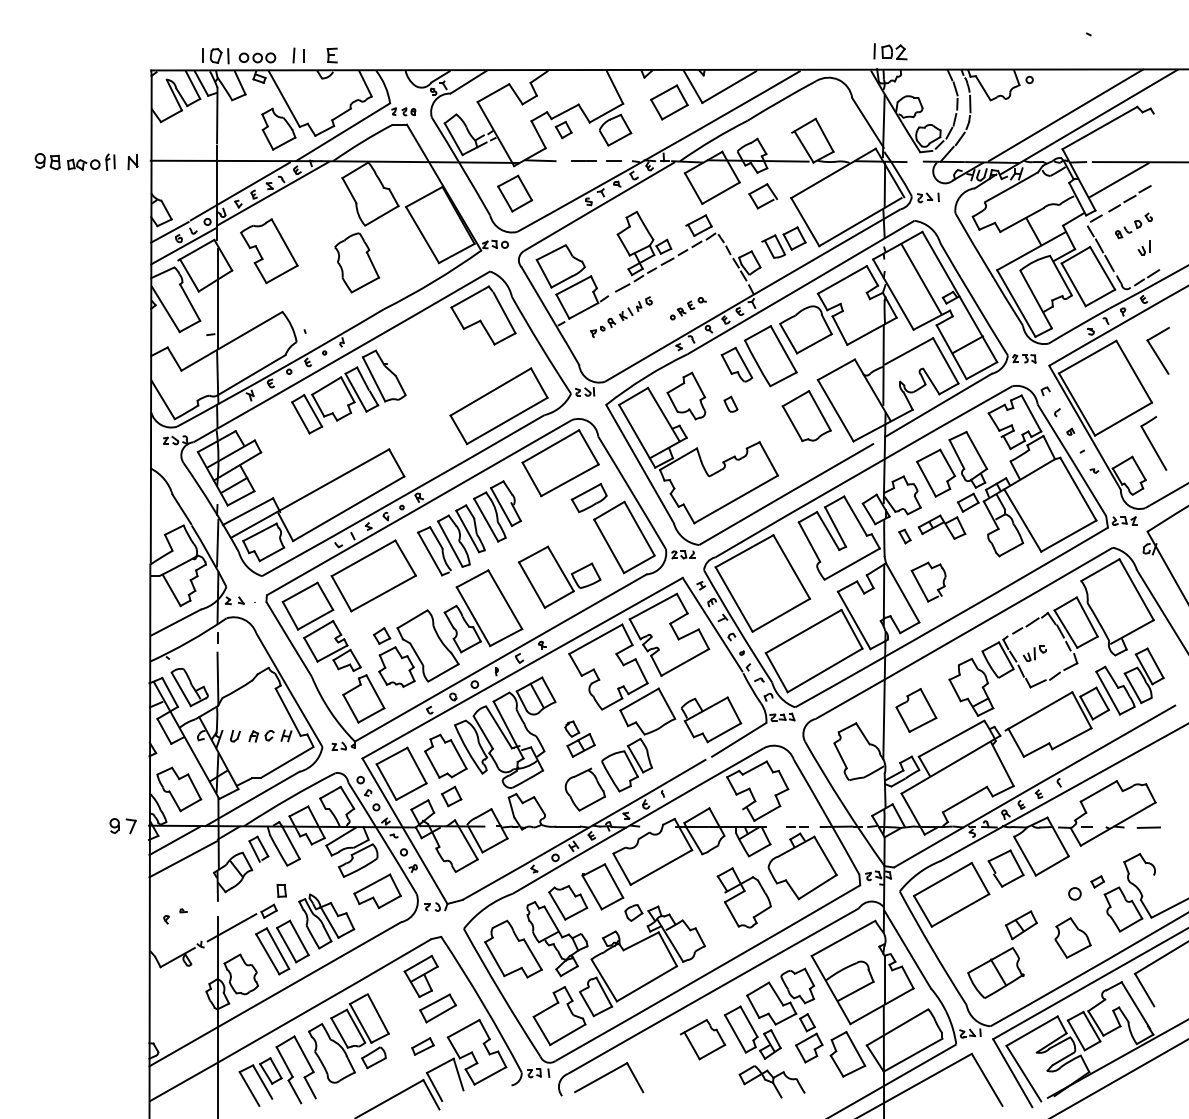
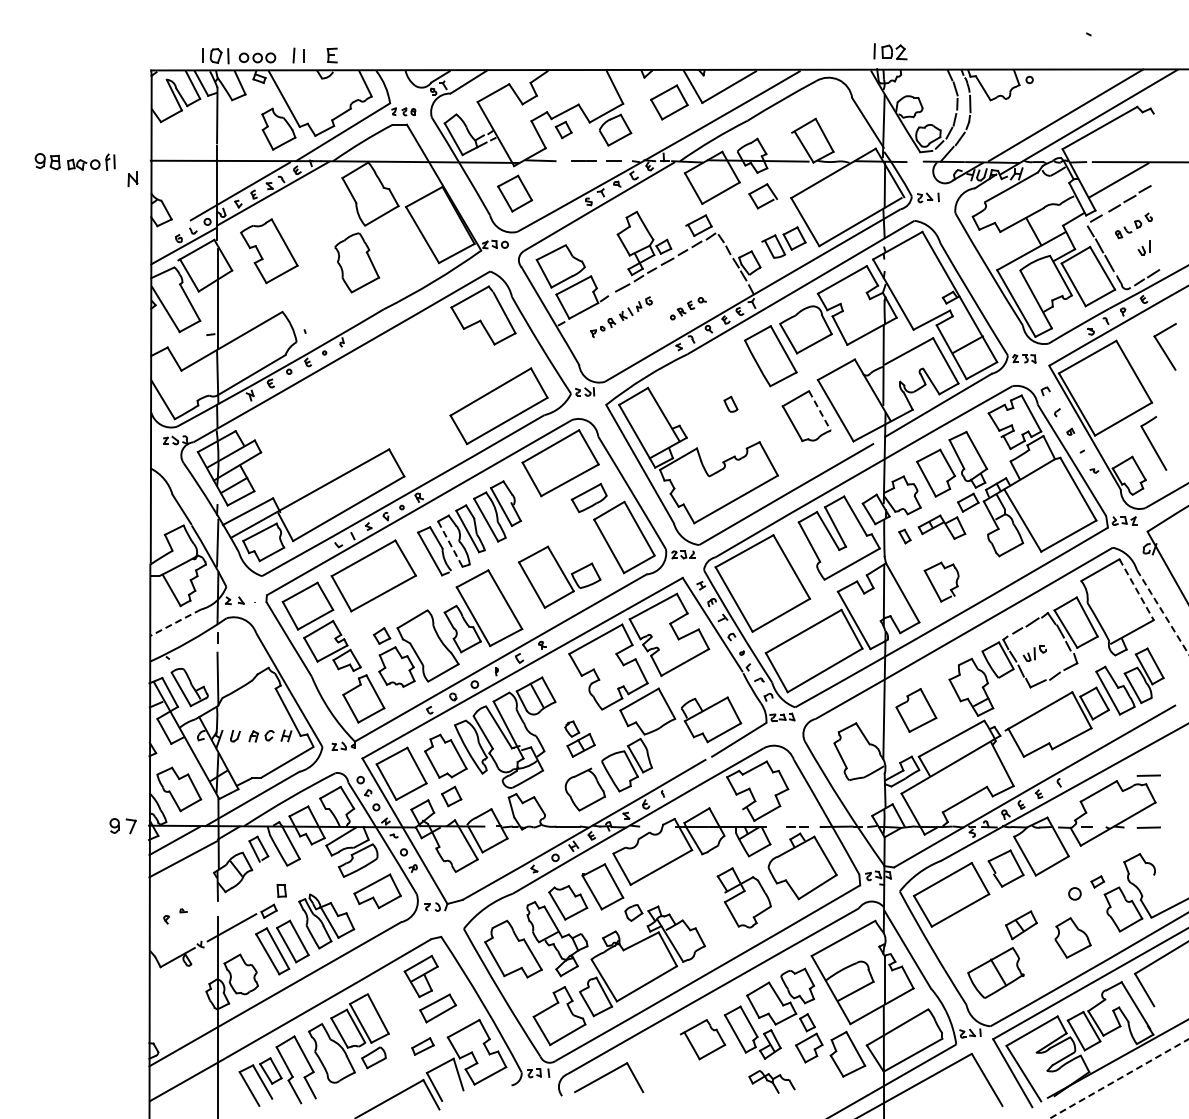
part at (132, 162) position: (132, 162) -> (132, 179)
line at (169, 232): present -> none
line at (921, 278): present -> none
part at (1157, 350) position: (1157, 350) -> (1164, 346)
part at (736, 364): present -> none
part at (348, 391): present -> none
part at (686, 395): present -> none
line at (819, 410): solid -> dashed
line at (450, 544): solid -> dashed
part at (928, 581) position: (928, 581) -> (941, 581)
line at (1136, 589): solid -> dashed
line at (1163, 612): solid -> dashed
line at (175, 622): solid -> dashed
line at (1148, 775): none -> present
line at (1119, 1078): solid -> dashed
part at (771, 1081) size: 68x34 px -> 48x24 px
